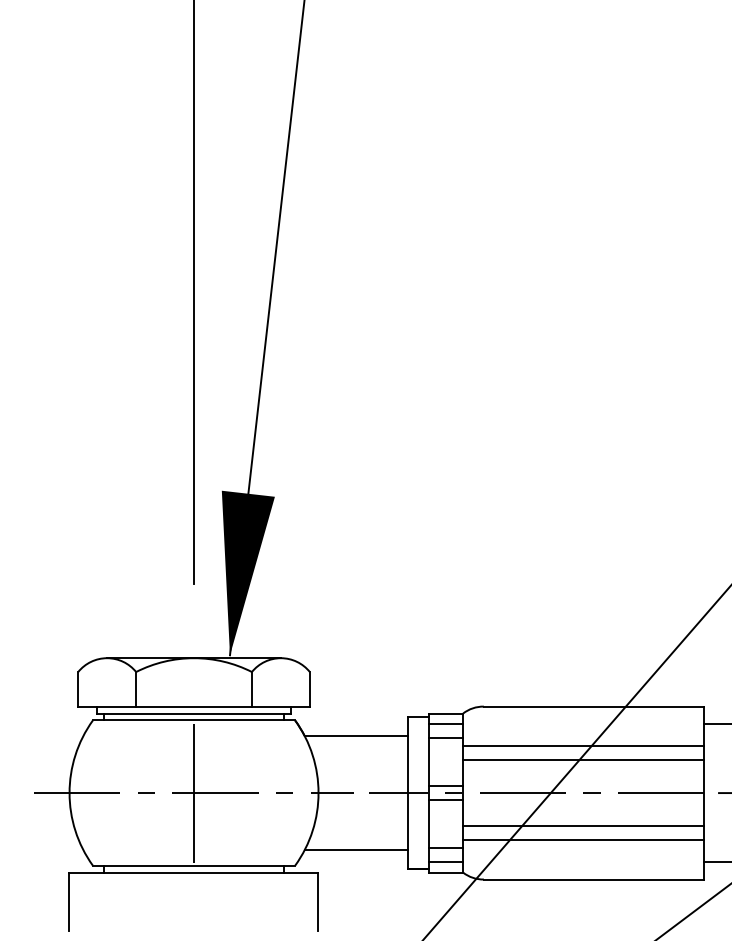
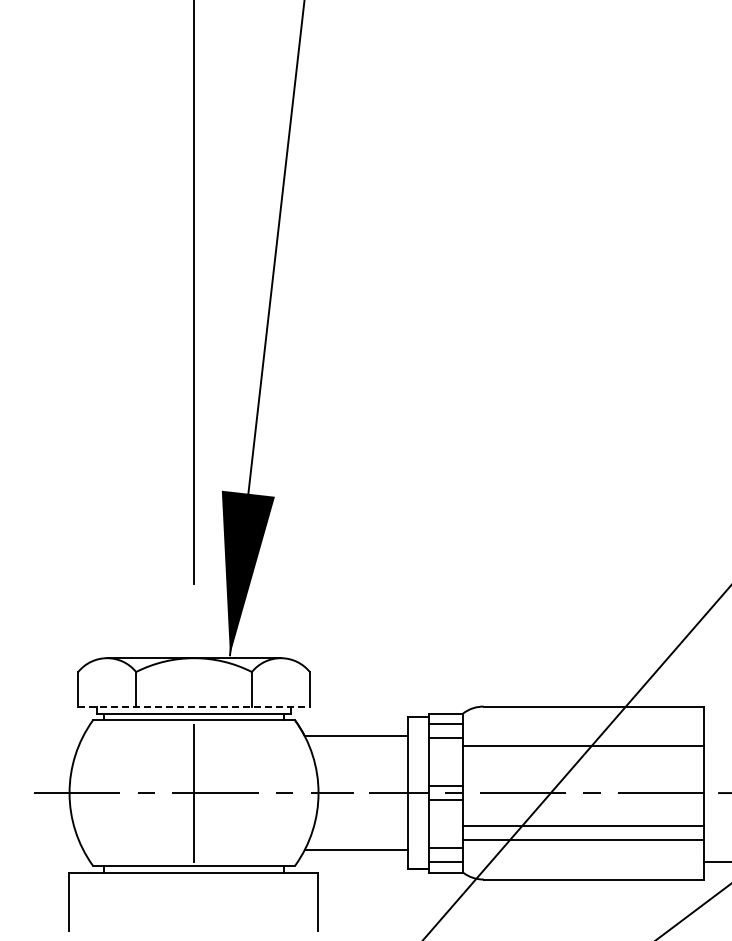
line at (194, 706): solid -> dashed
line at (716, 723): present -> none
line at (583, 760): present -> none
